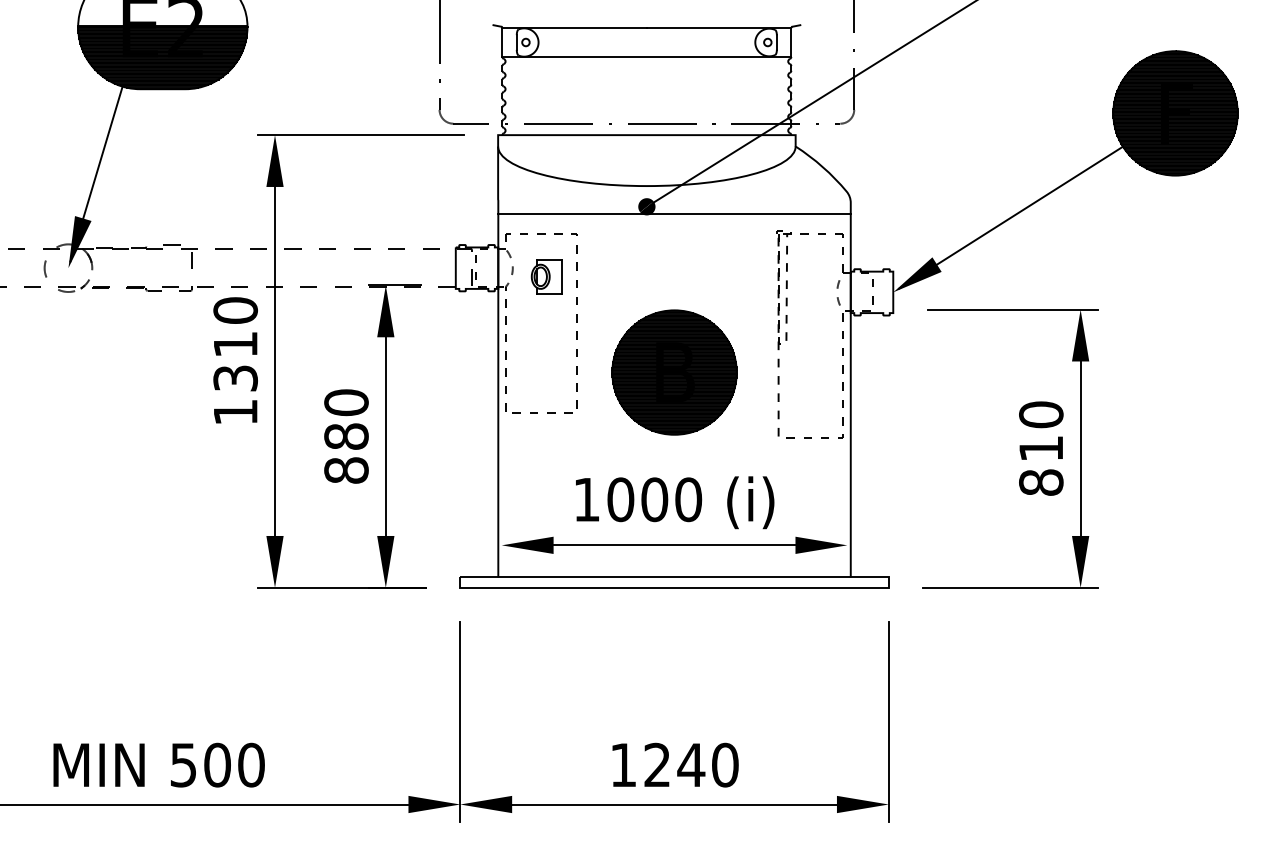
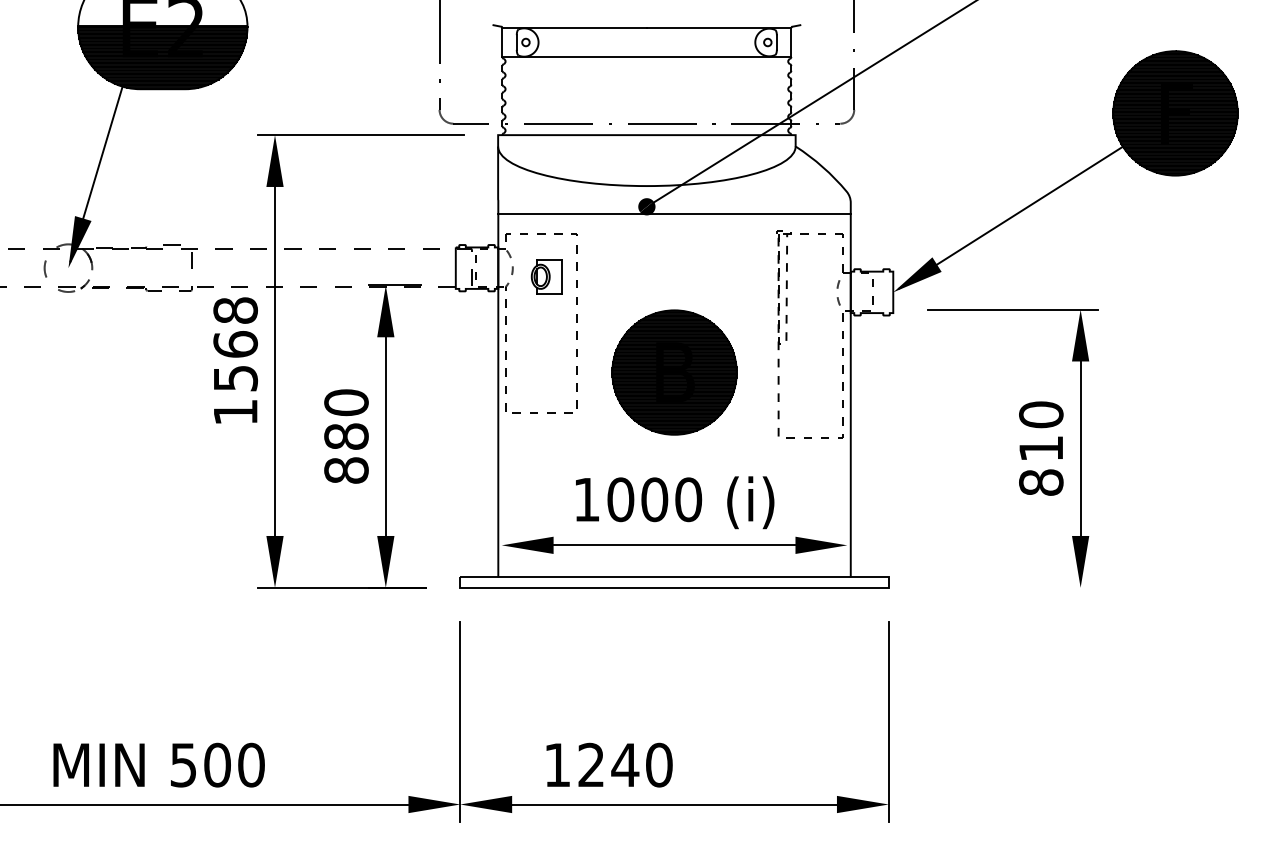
text at (235, 343): 1310 -> 1568
line at (1010, 587): present -> none
text at (675, 764) position: (675, 764) -> (609, 764)
